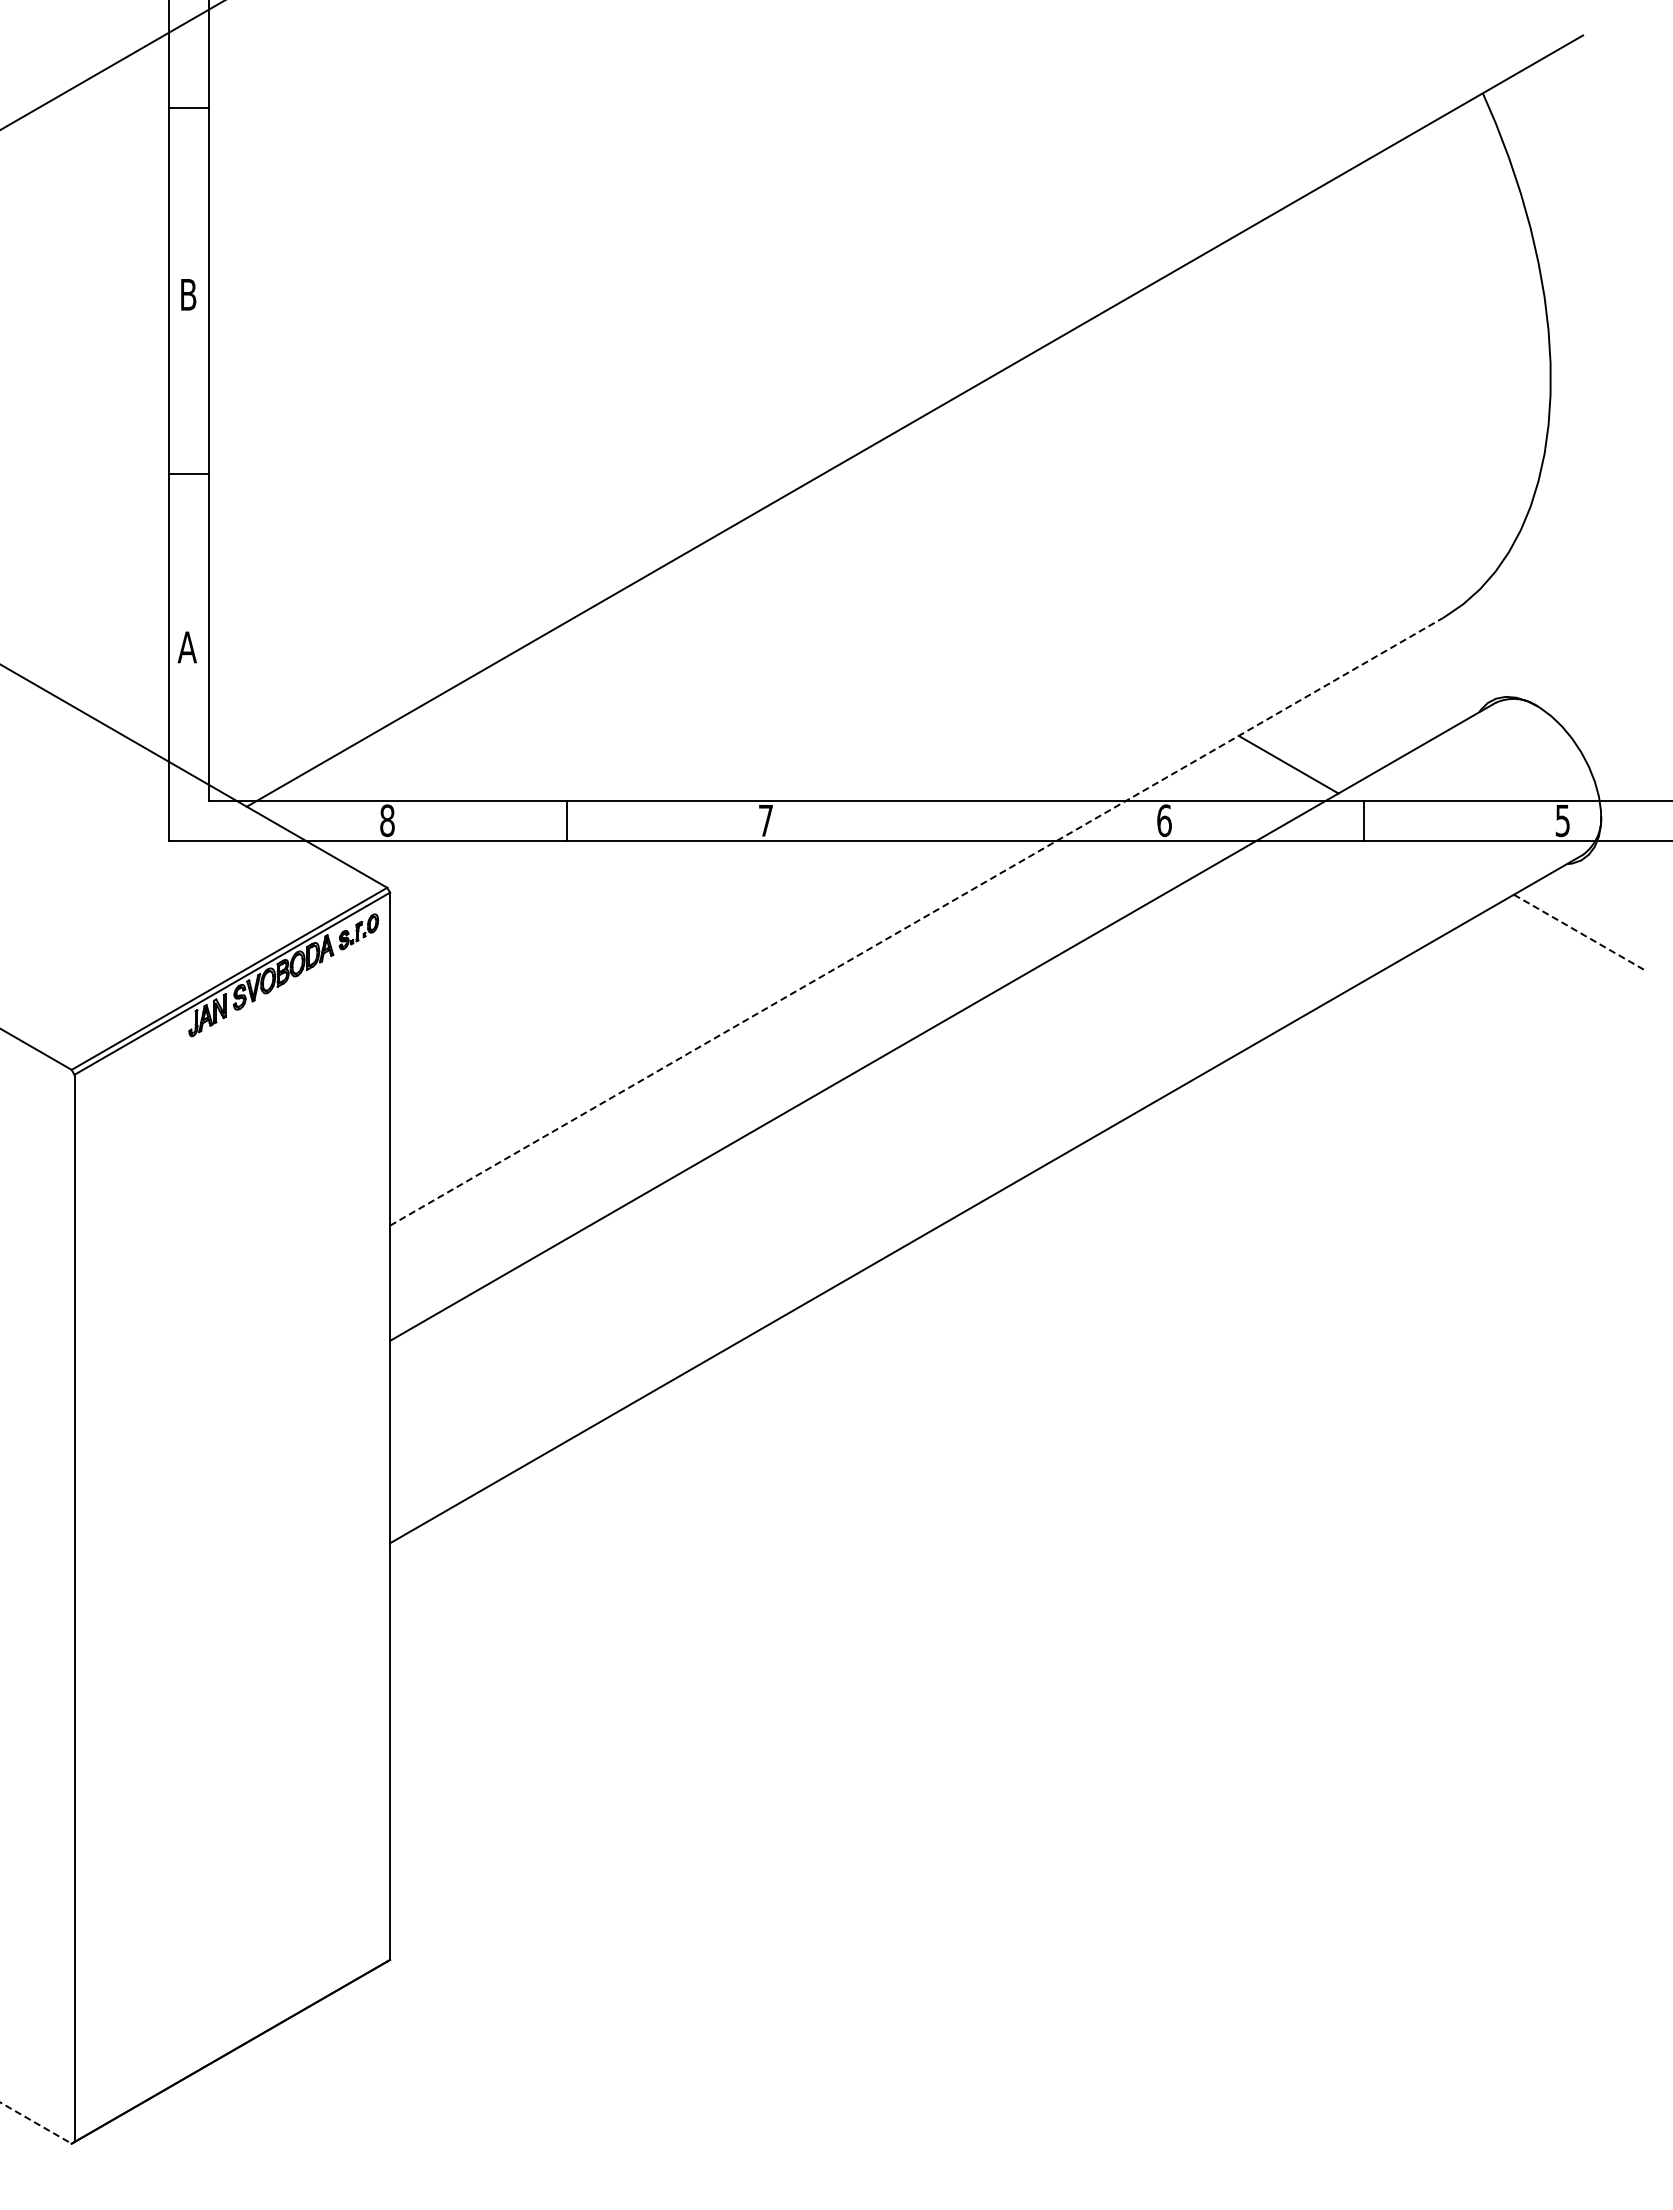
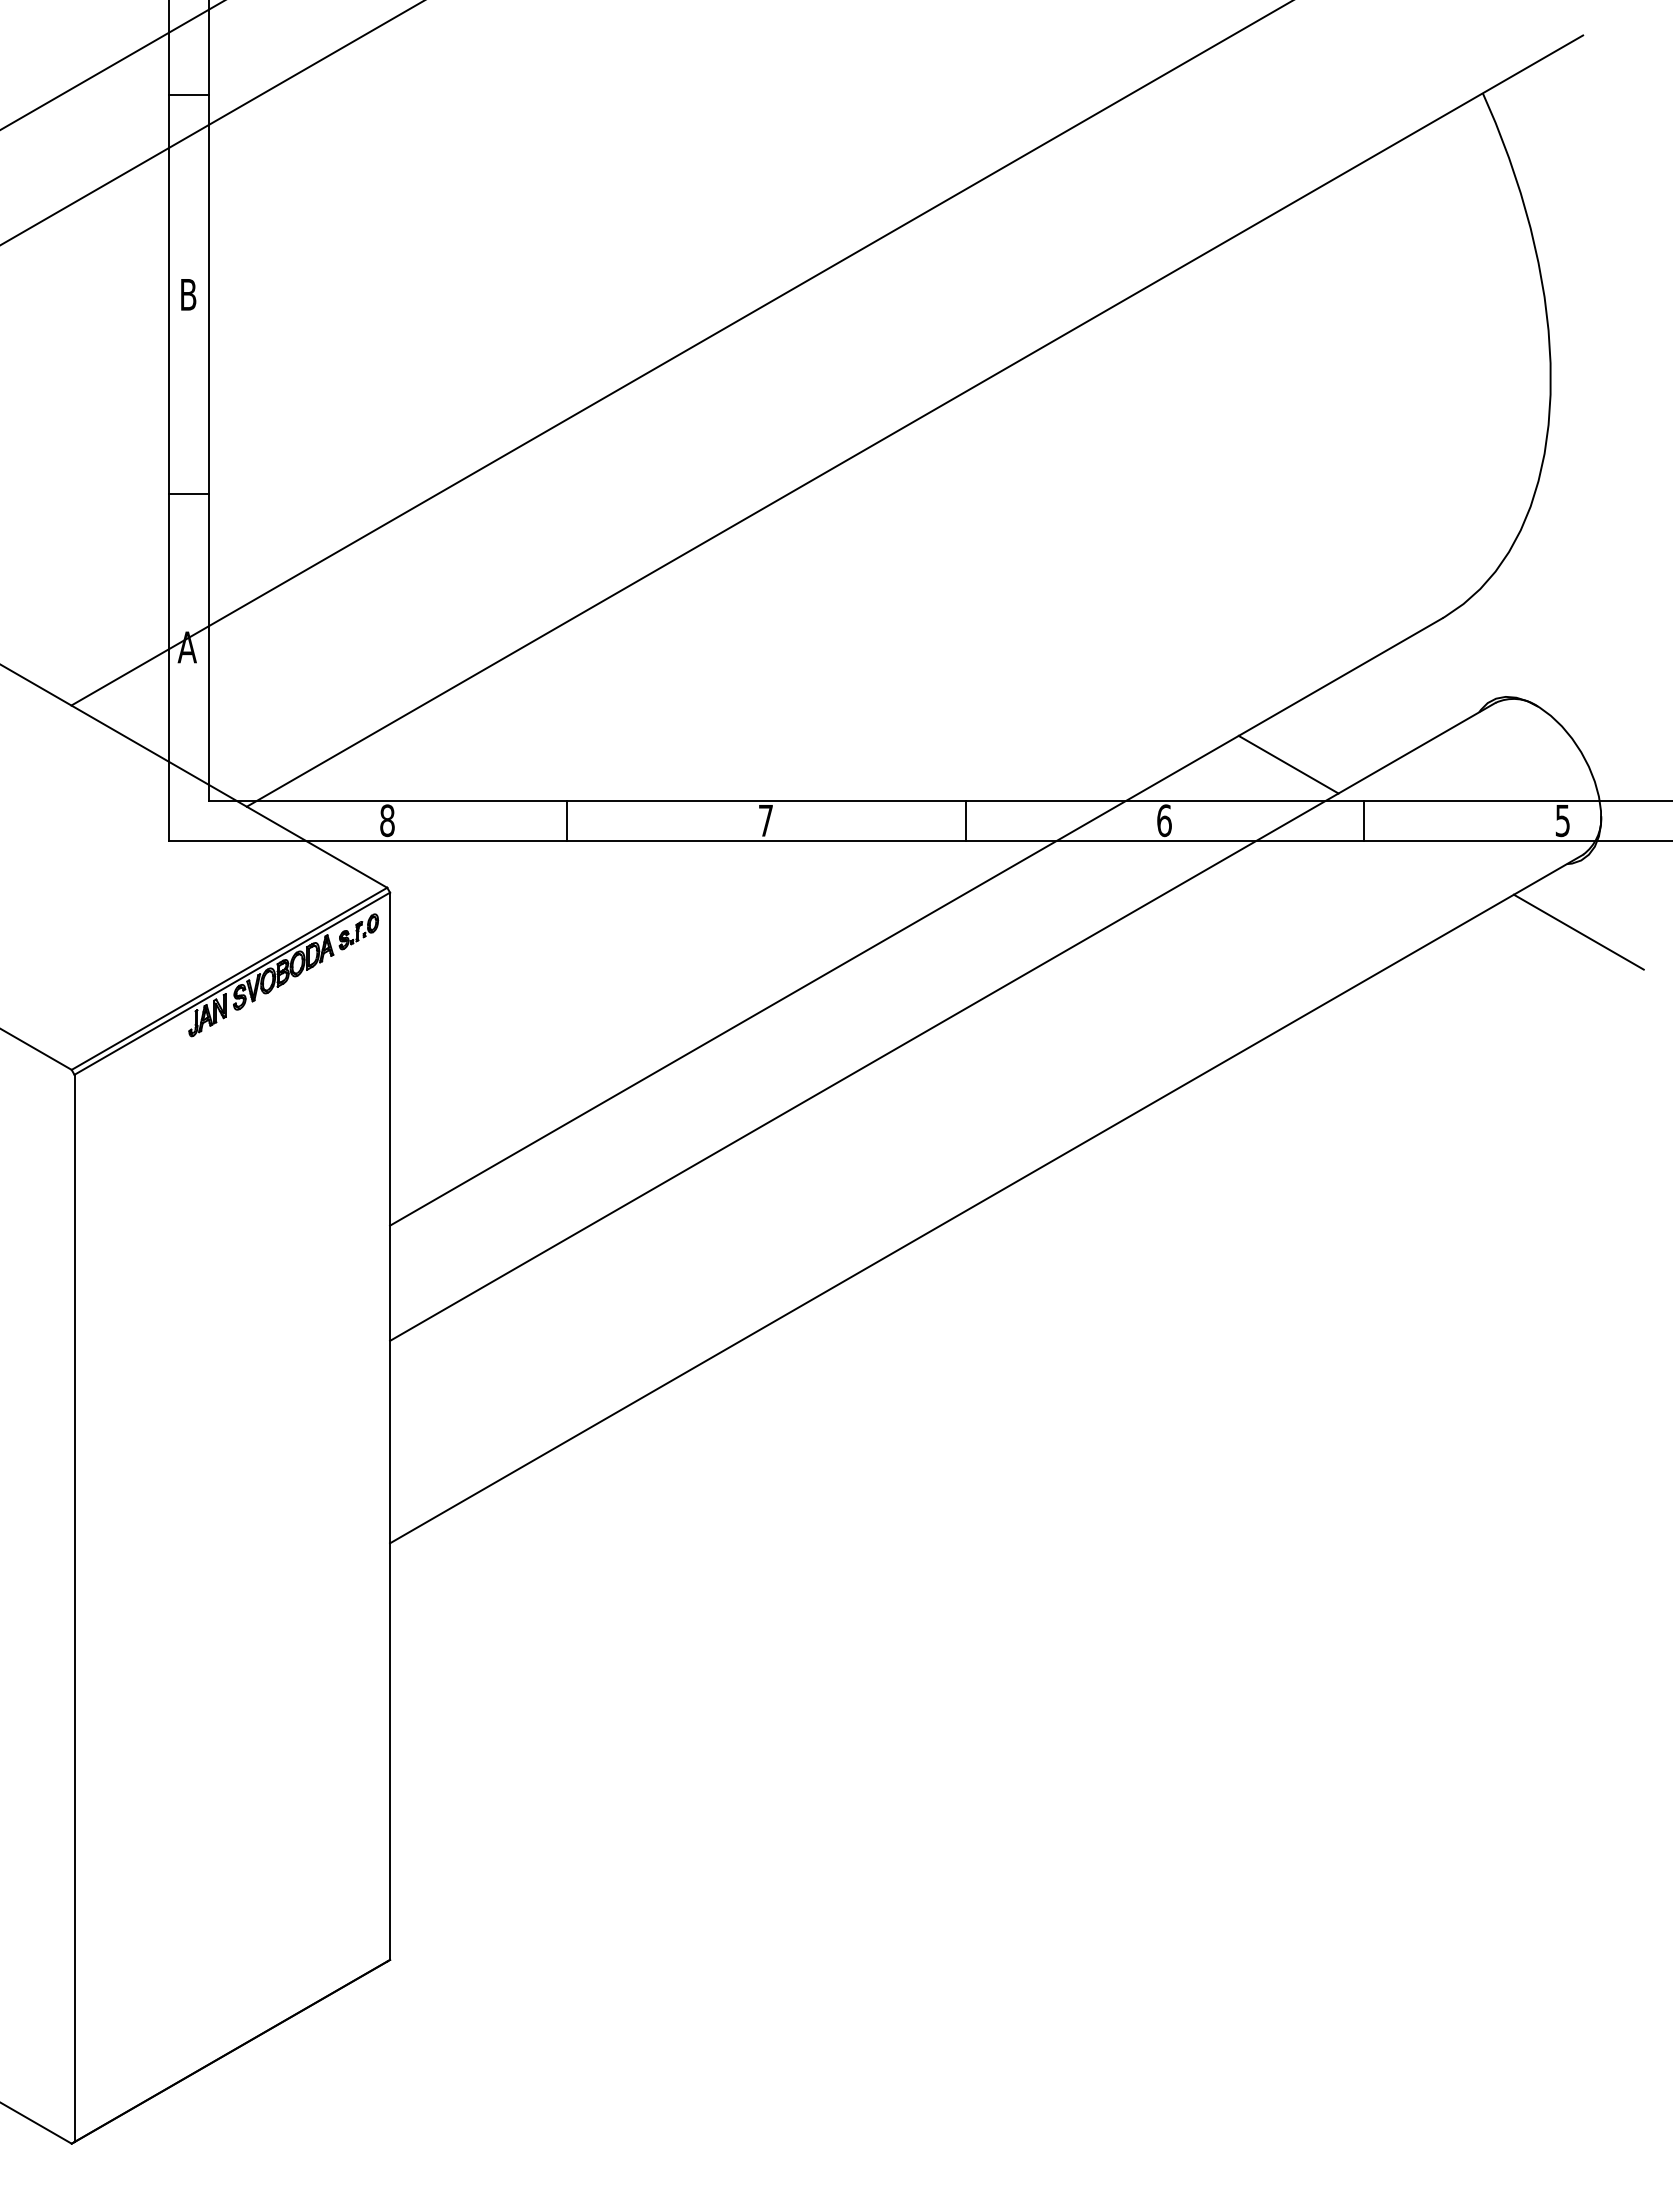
line at (188, 108) position: (188, 108) -> (188, 95)
line at (211, 122): none -> present
line at (680, 353): none -> present
line at (188, 473) position: (188, 473) -> (188, 493)
line at (965, 820): none -> present
line at (916, 921): dashed -> solid
line at (1578, 932): dashed -> solid
line at (36, 2123): dashed -> solid
